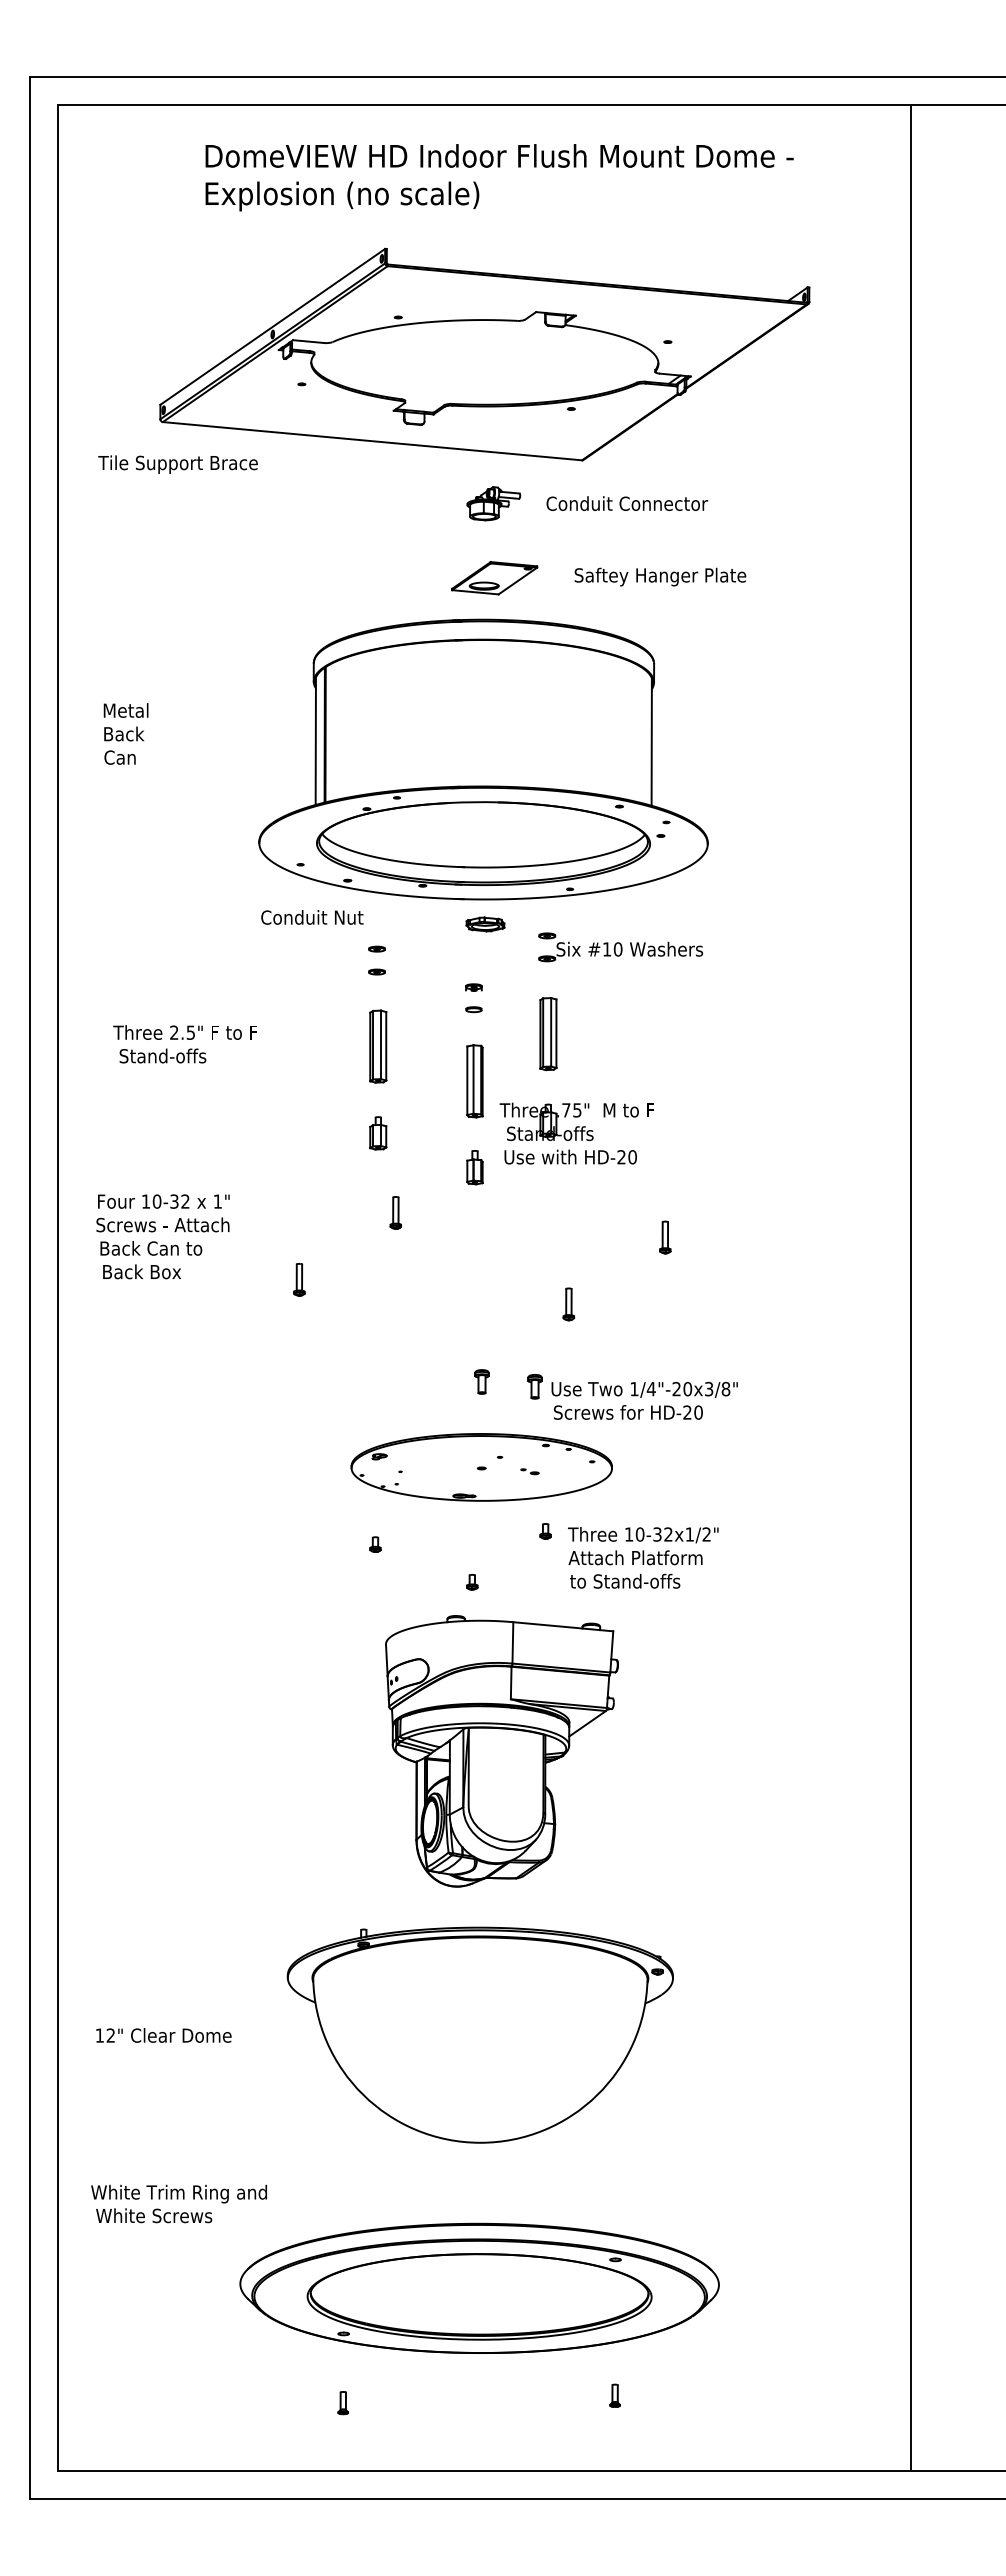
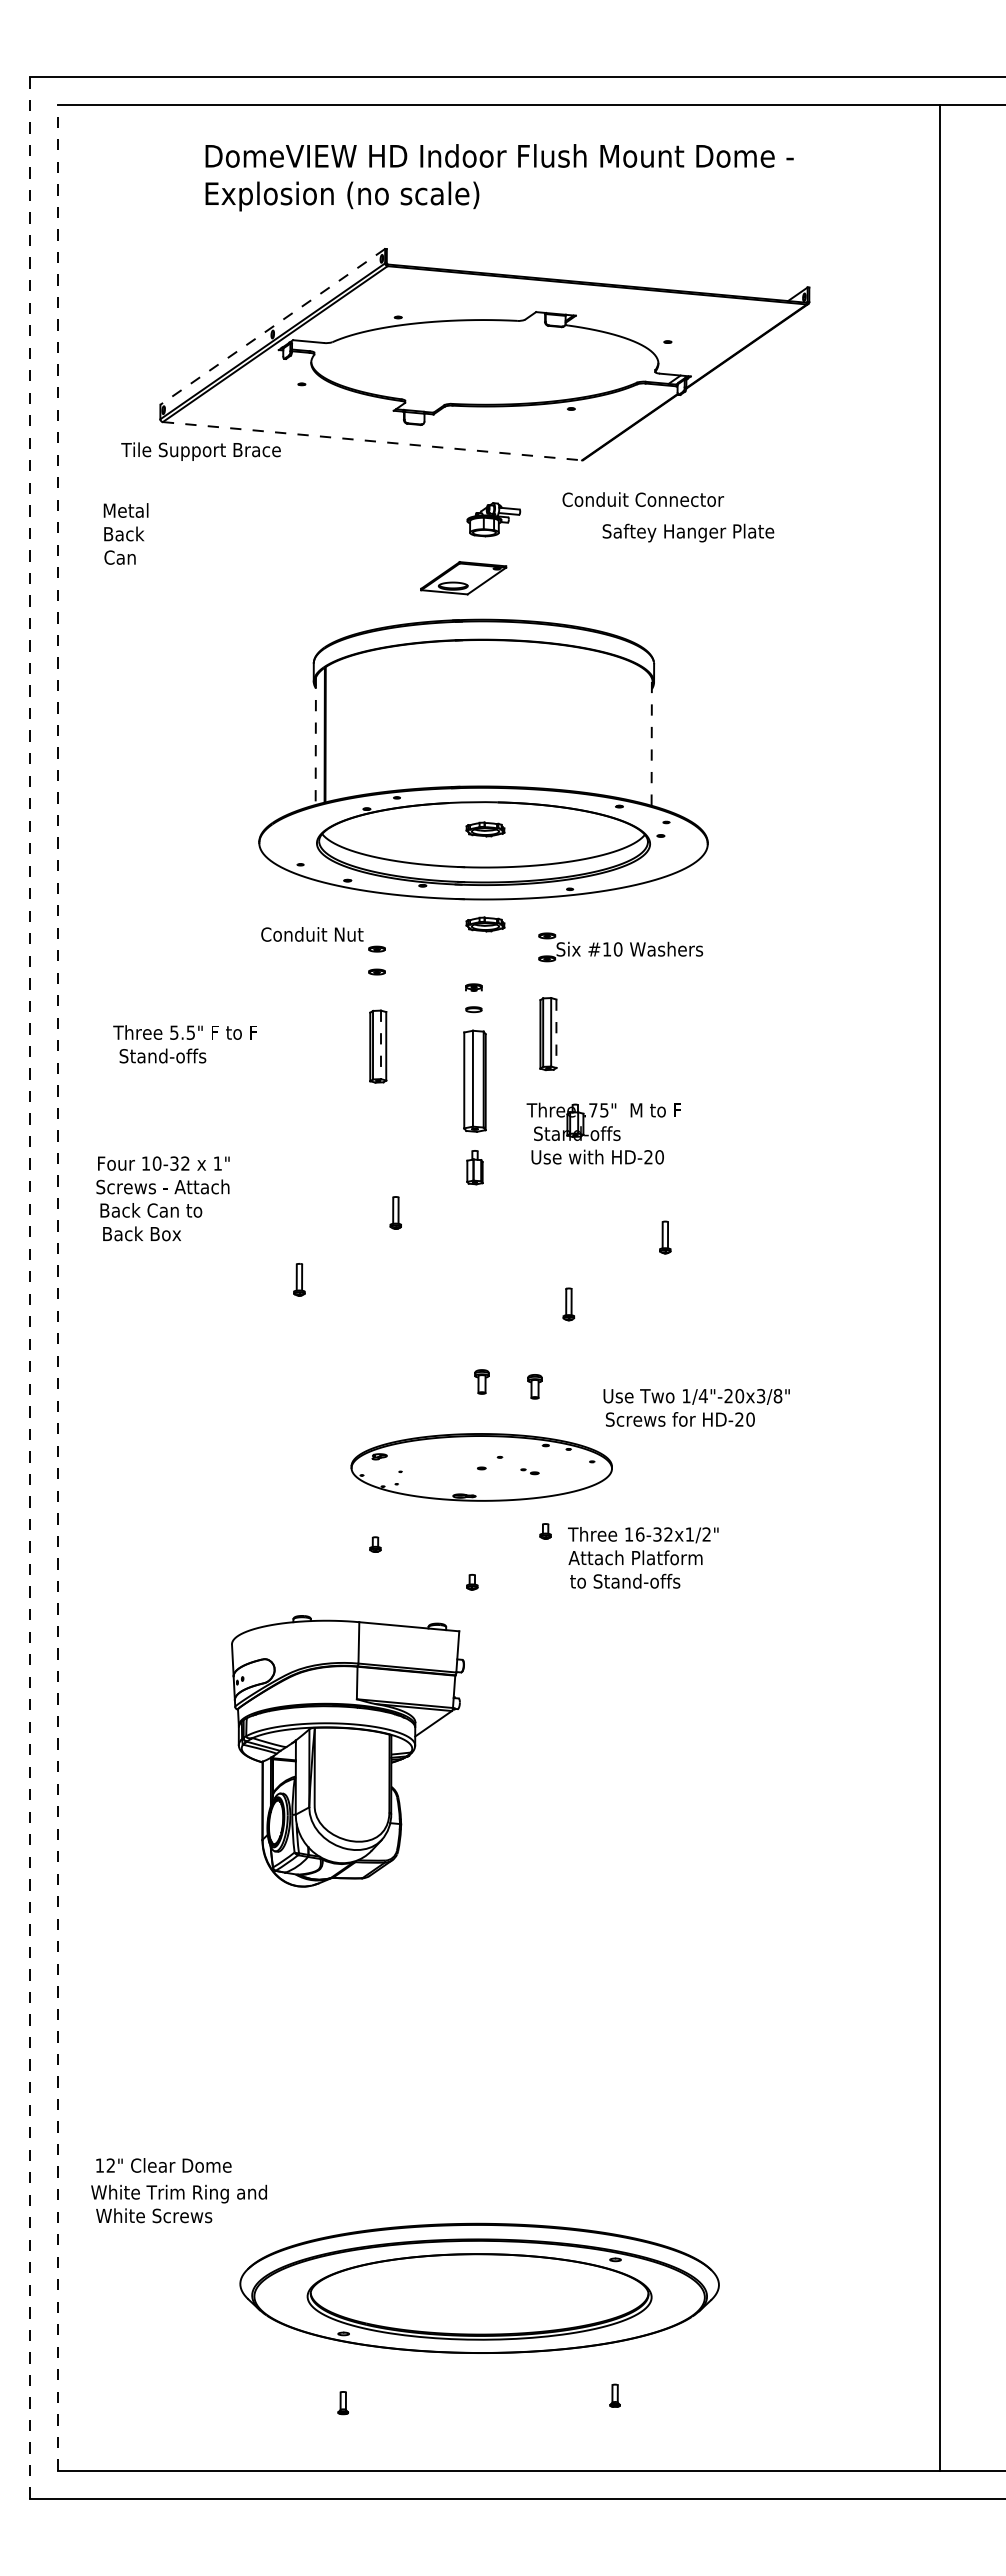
line at (272, 326): solid -> dashed
line at (372, 441): solid -> dashed
text at (177, 464) position: (177, 464) -> (200, 451)
part at (493, 503) position: (493, 503) -> (493, 519)
text at (627, 503) position: (627, 503) -> (643, 499)
text at (660, 576) position: (660, 576) -> (688, 532)
part at (494, 578) position: (494, 578) -> (463, 578)
text at (125, 733) position: (125, 733) -> (125, 533)
line at (315, 741): solid -> dashed
line at (651, 741): solid -> dashed
part at (485, 829): none -> present
text at (312, 917) position: (312, 917) -> (312, 934)
text at (174, 1032): 2.5" -> 5.5"
line at (556, 1034): solid -> dashed
line at (381, 1045): solid -> dashed
part at (474, 1081) size: 18x75 px -> 24x104 px
part at (378, 1133): present -> none
part at (576, 1133) position: (576, 1133) -> (603, 1133)
text at (162, 1236) position: (162, 1236) -> (162, 1198)
line at (30, 1287): solid -> dashed
line at (58, 1287): solid -> dashed
line at (911, 1287) position: (911, 1287) -> (940, 1287)
text at (644, 1400) position: (644, 1400) -> (696, 1407)
text at (640, 1534): 10-32x1/2" -> 16-32x1/2"
part at (501, 1751) position: (501, 1751) -> (347, 1751)
part at (479, 2034): present -> none
text at (163, 2035) position: (163, 2035) -> (163, 2165)
